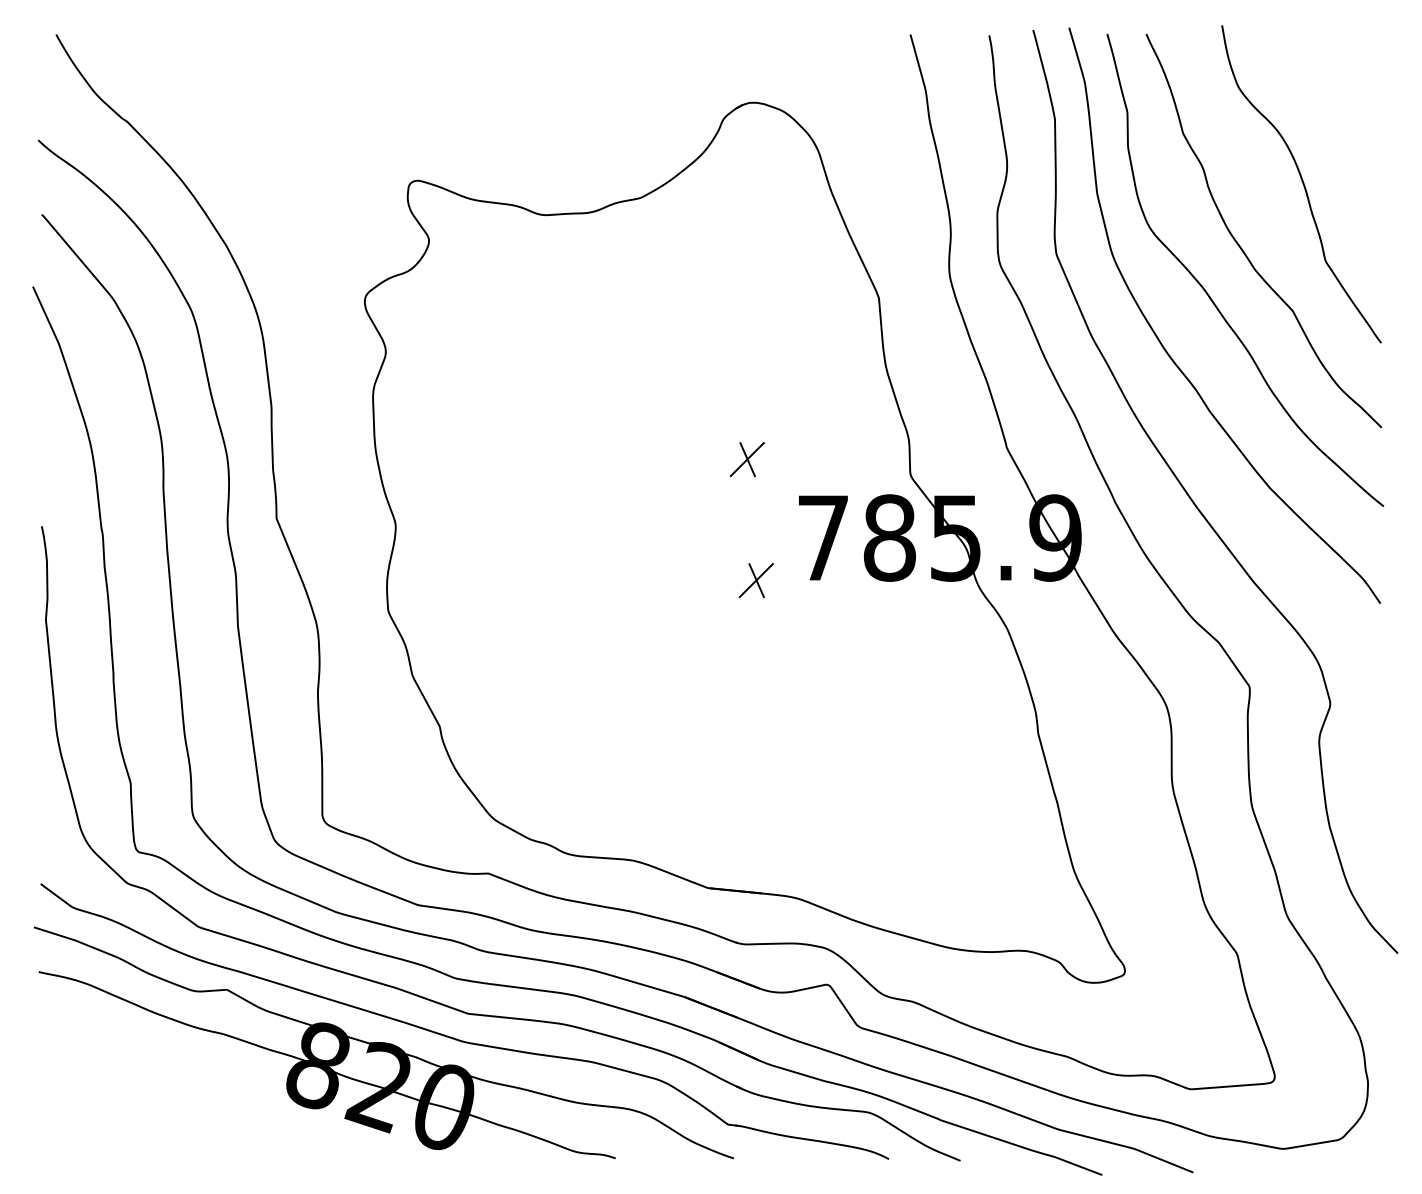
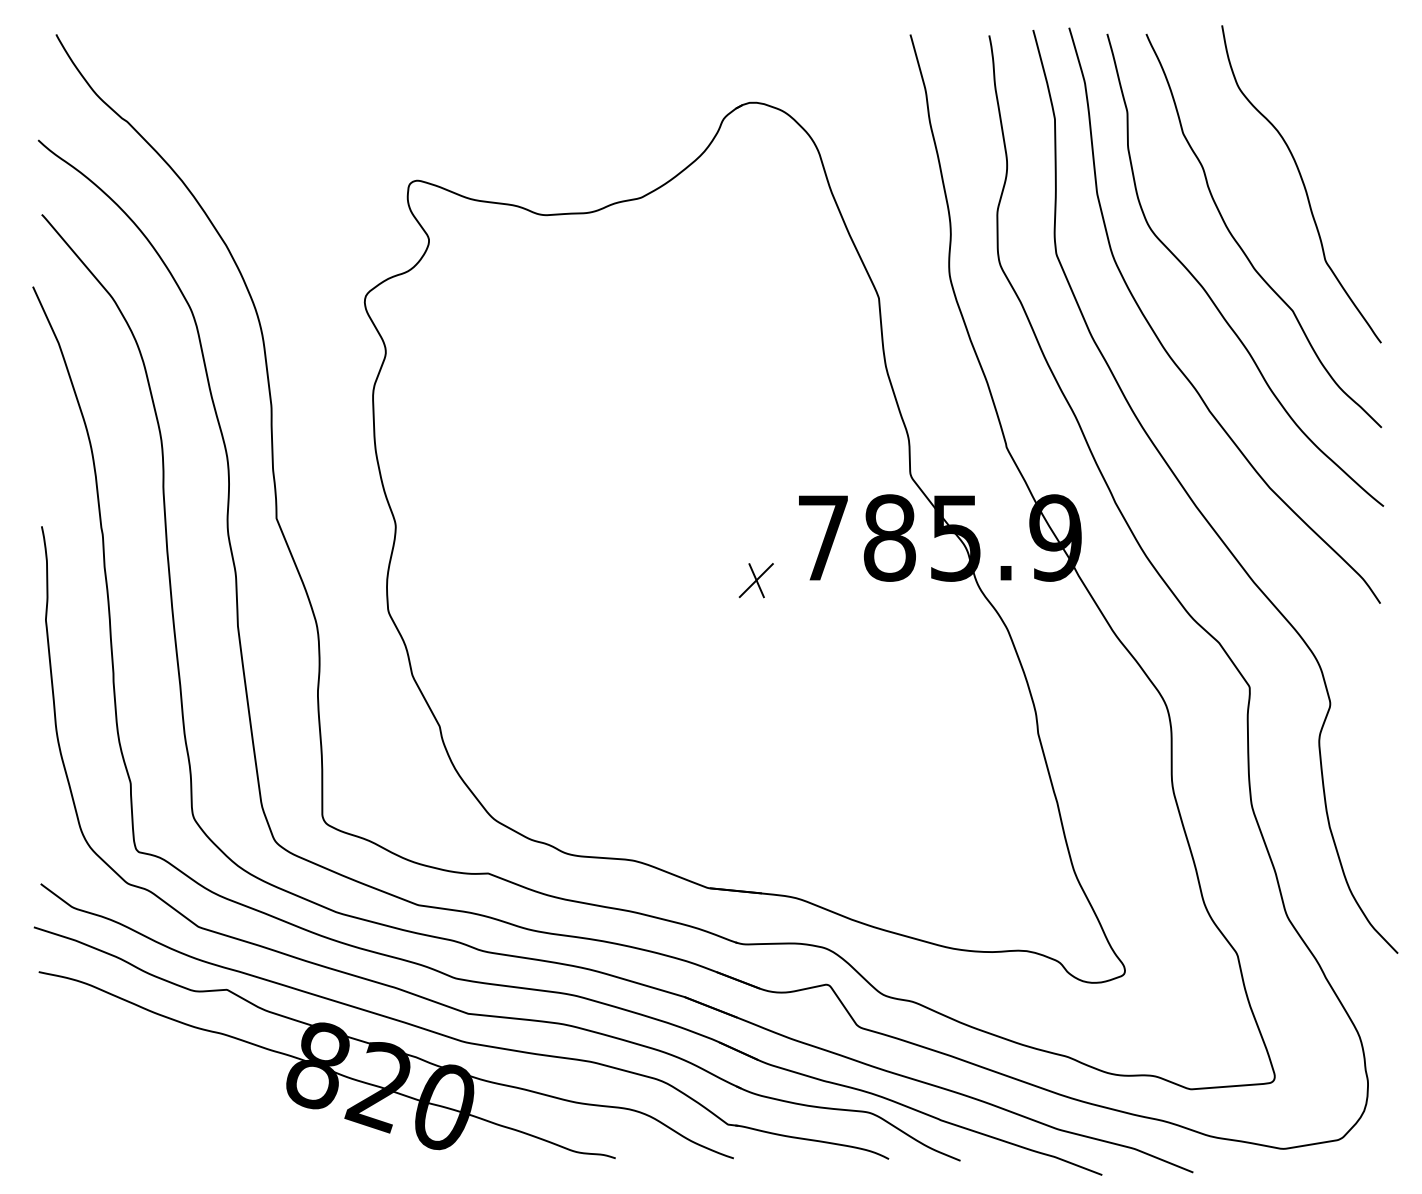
part at (746, 459): present -> none
